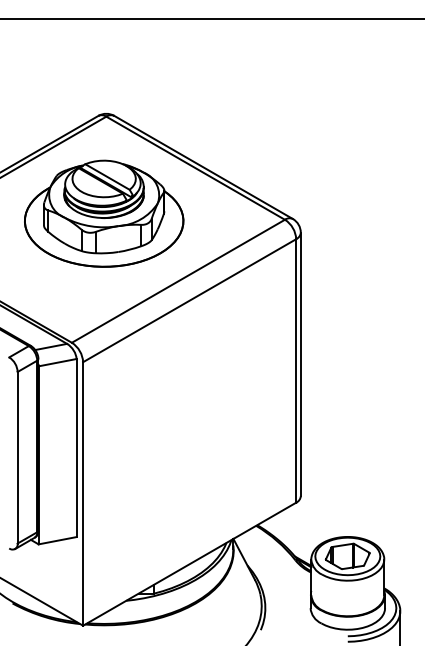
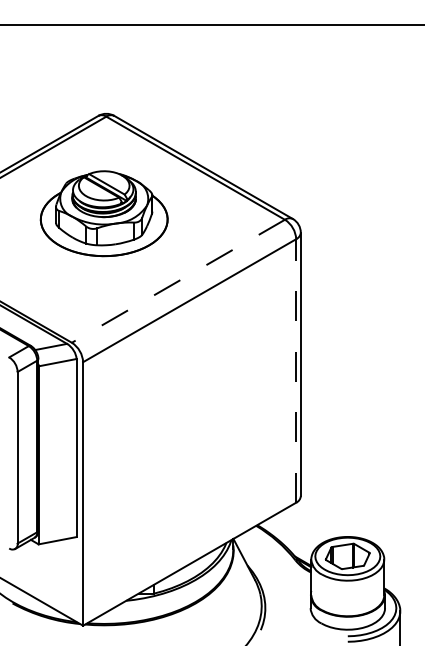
line at (211, 19) position: (211, 19) -> (211, 25)
part at (104, 213) size: 161x109 px -> 130x88 px
line at (178, 281): solid -> dashed
line at (296, 370): solid -> dashed
